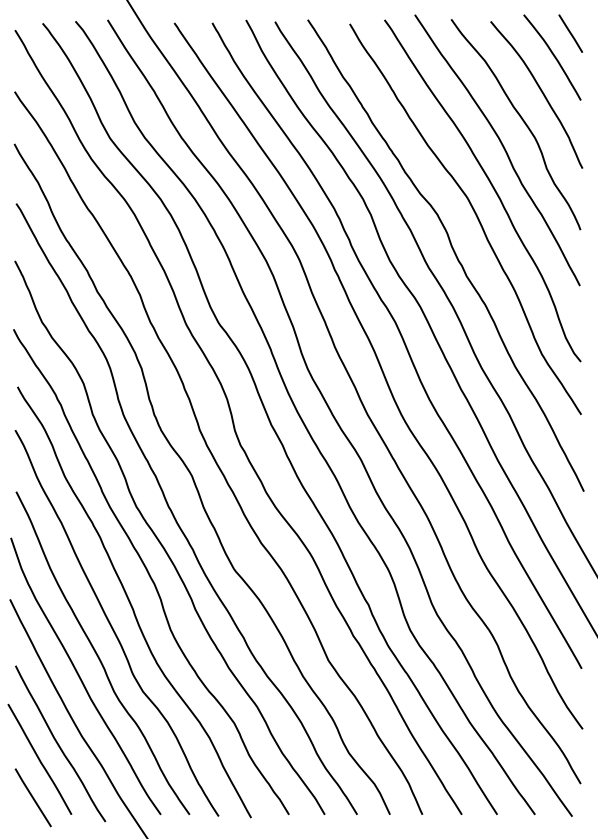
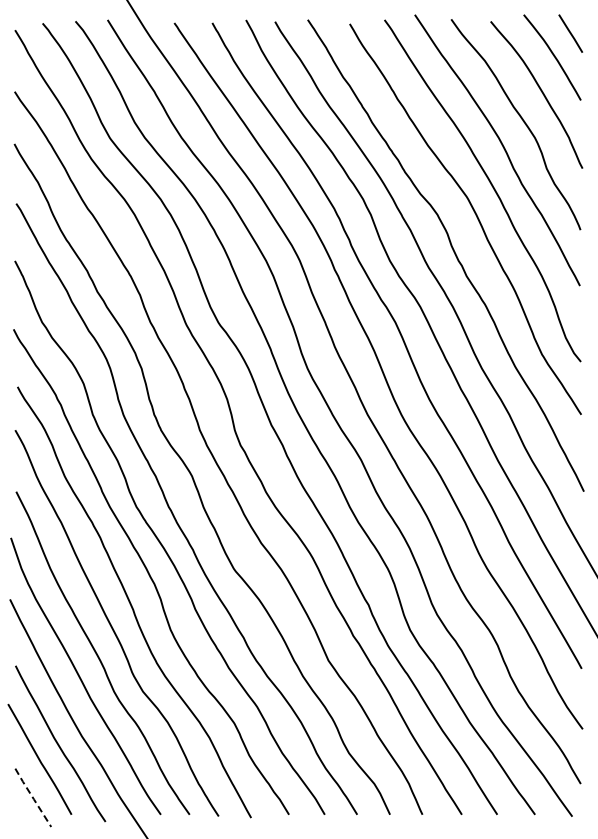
line at (32, 797): solid -> dashed
